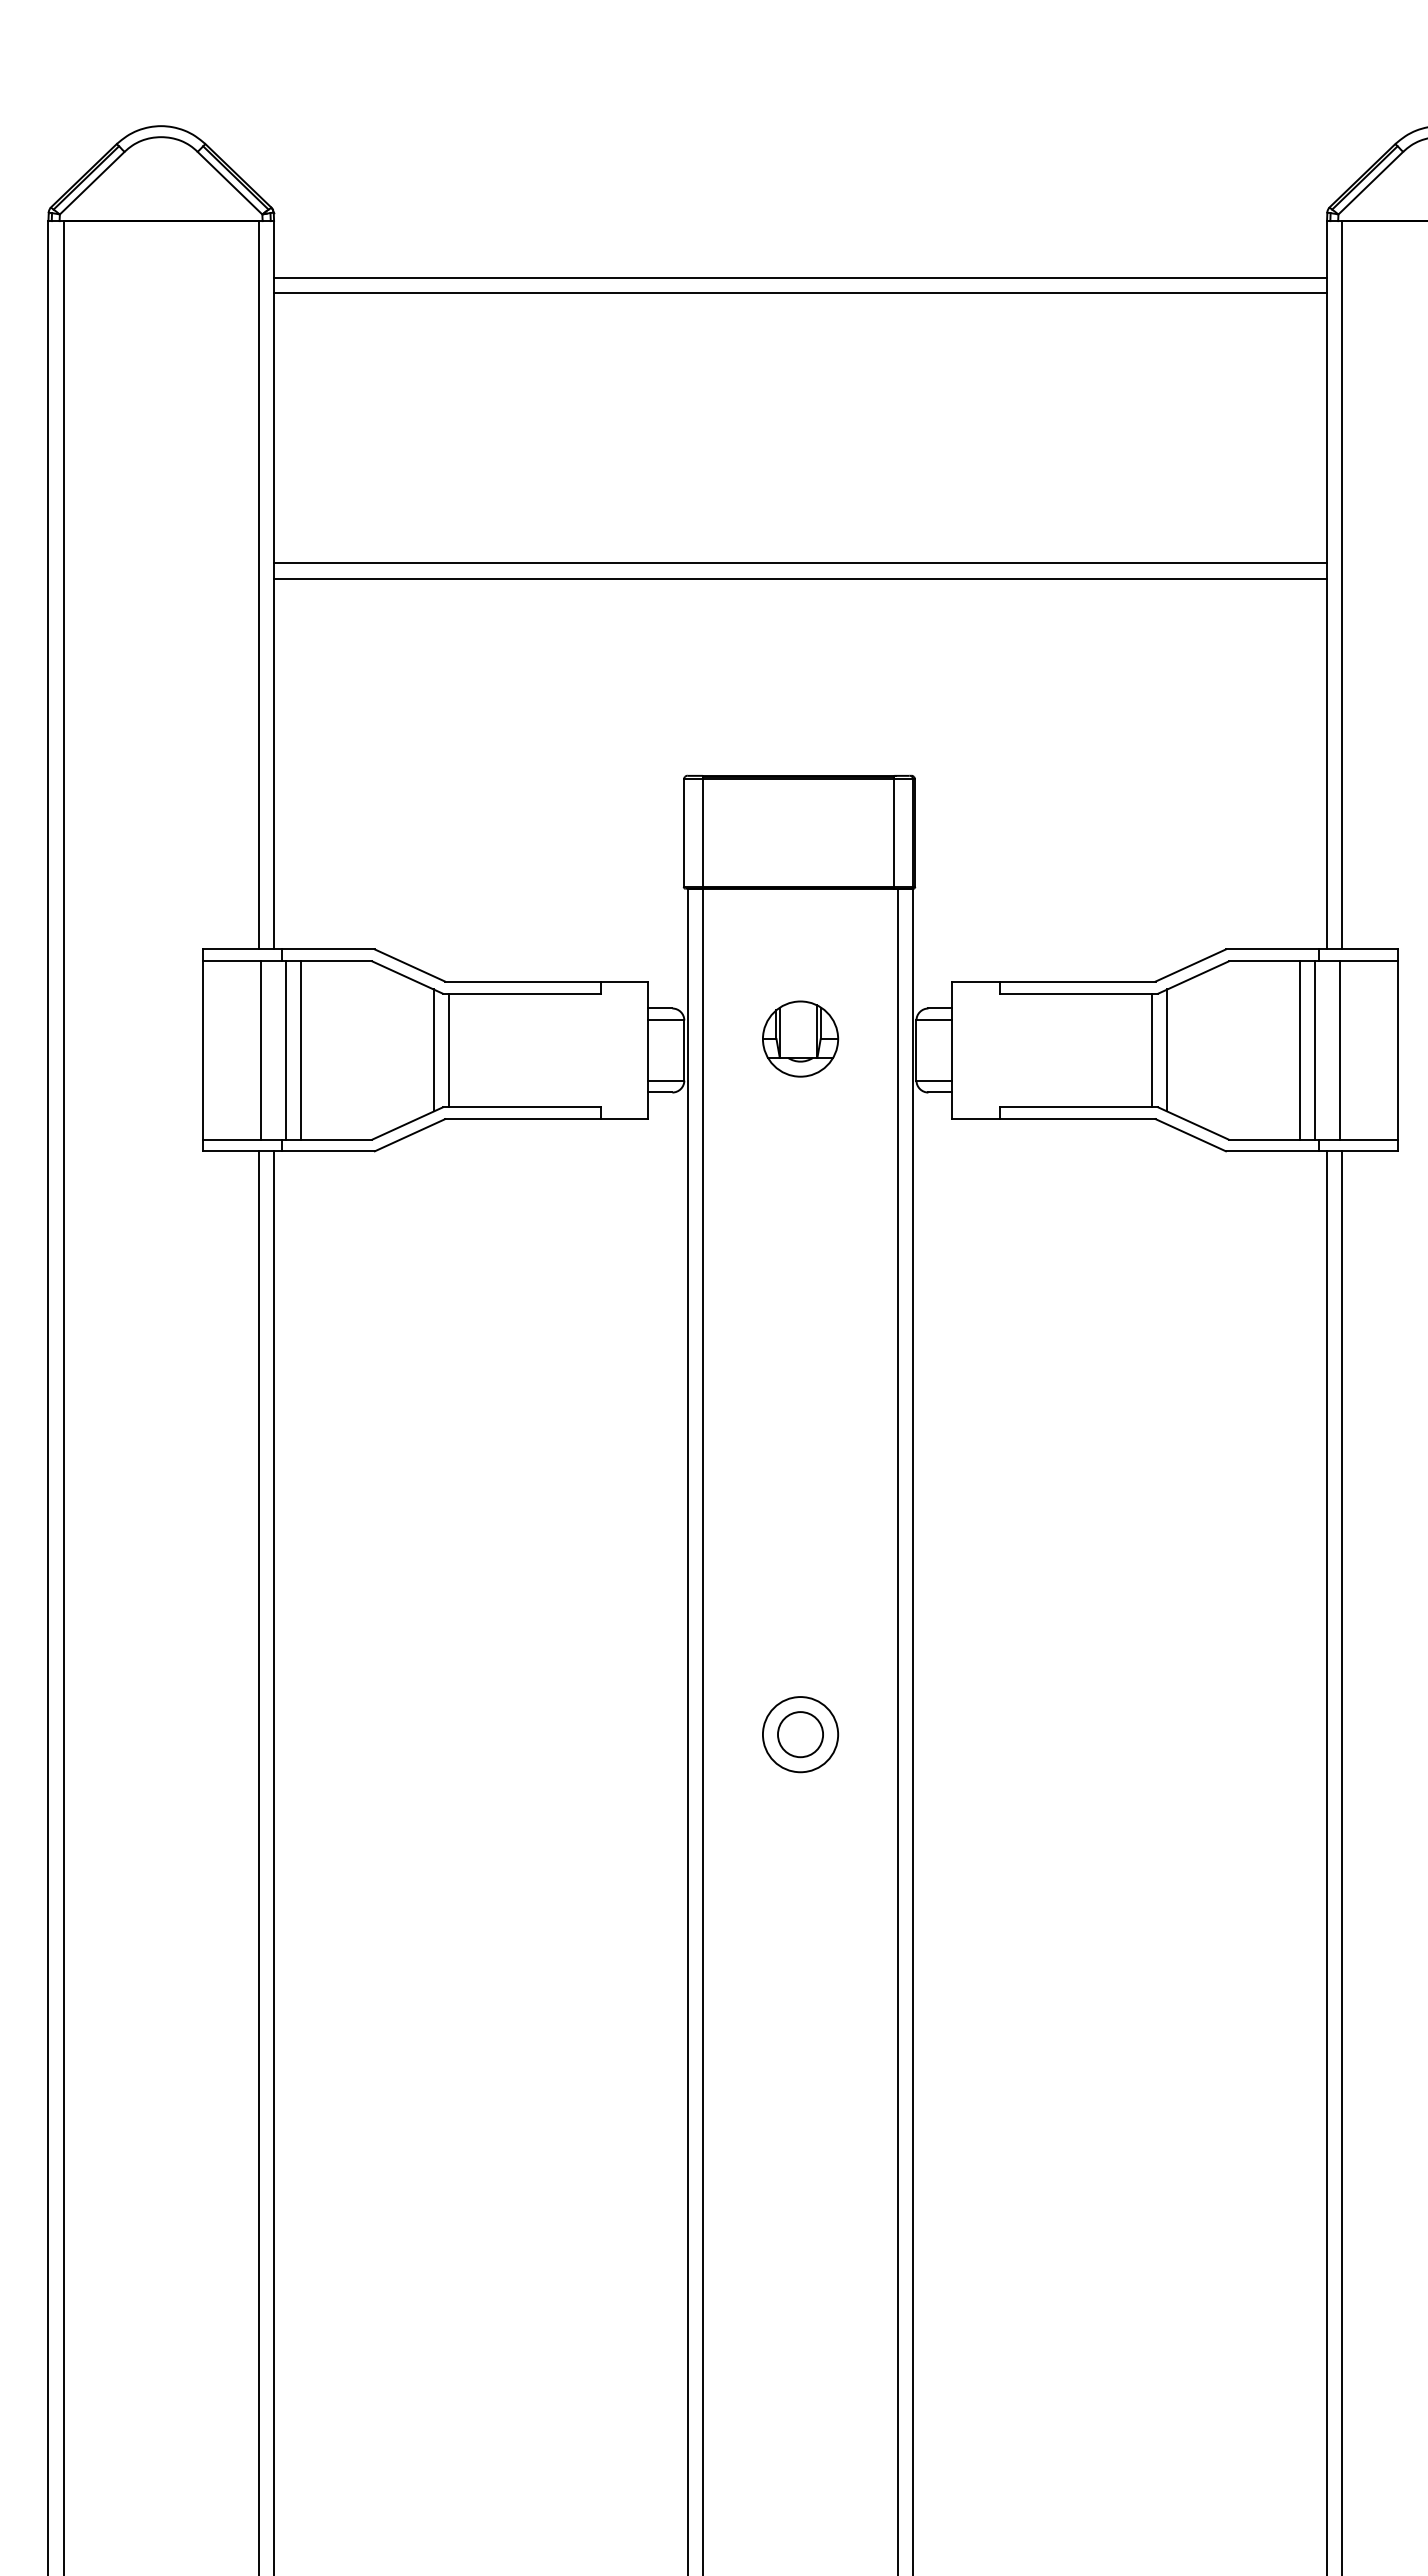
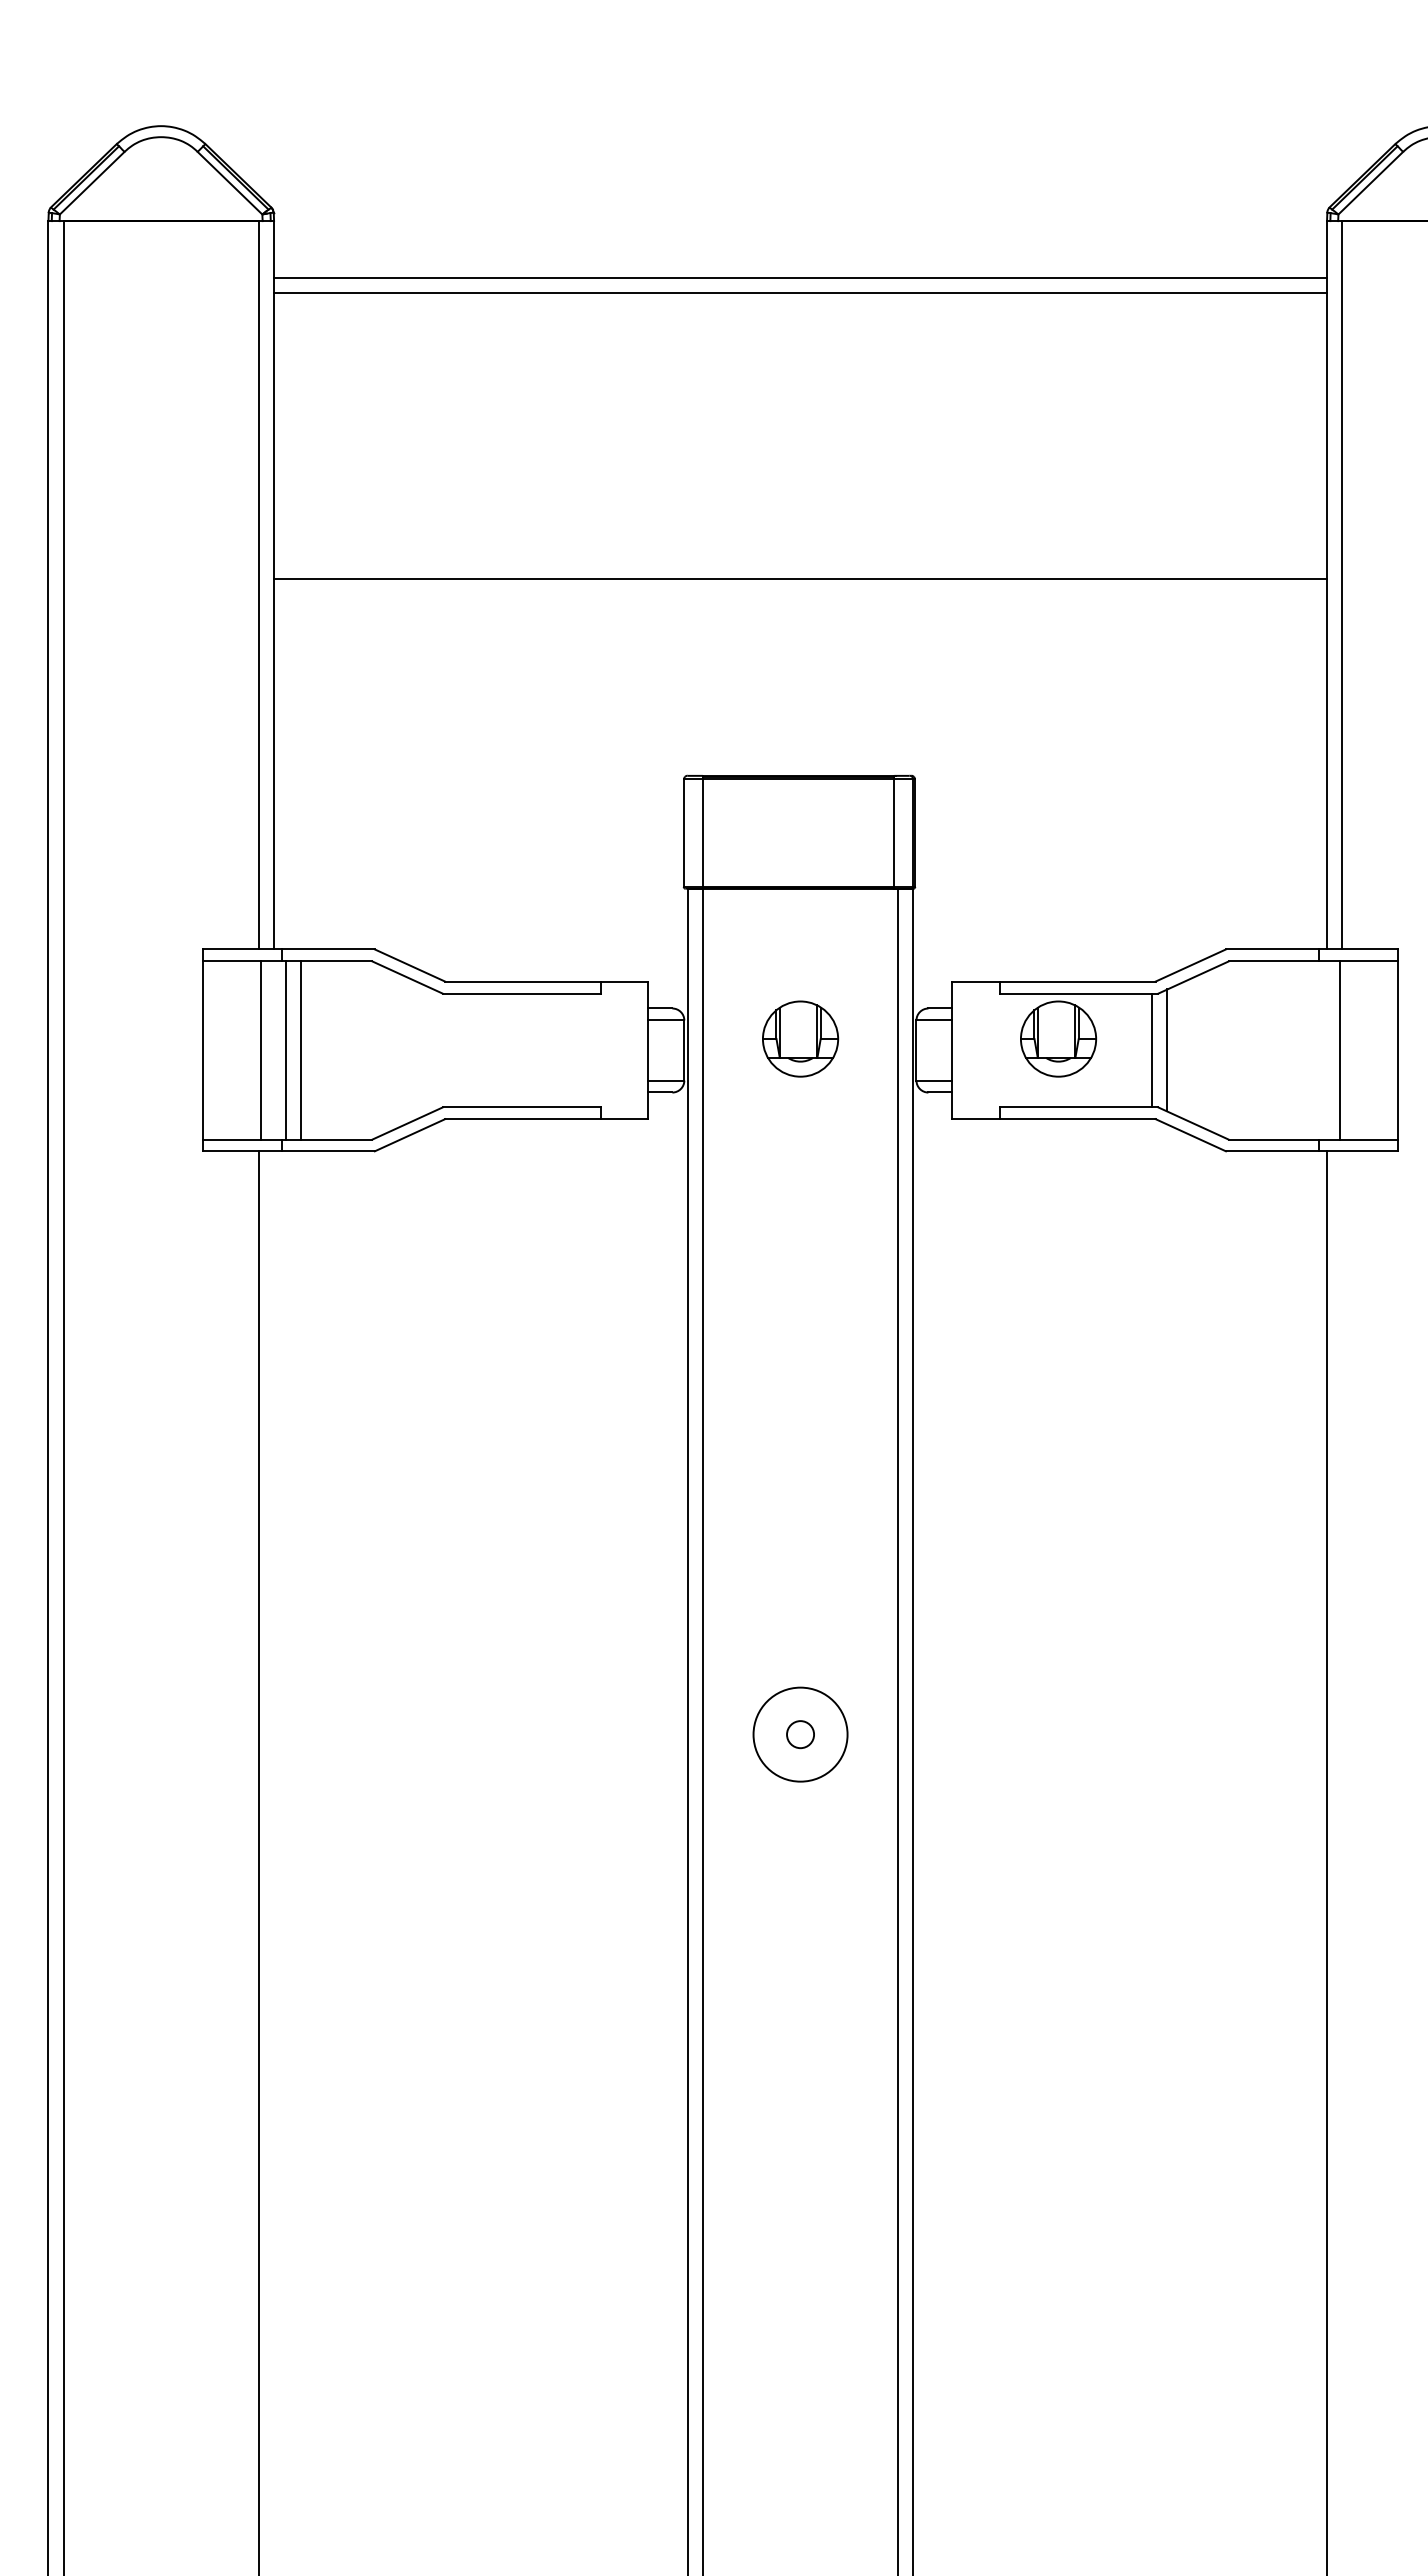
line at (800, 563): present -> none
part at (1058, 1038): none -> present
line at (433, 1050): present -> none
line at (448, 1050): present -> none
line at (1299, 1050): present -> none
line at (1314, 1050): present -> none
circle at (800, 1734) diameter: 45 px -> 27 px
circle at (800, 1734) diameter: 75 px -> 94 px
line at (274, 1861): present -> none
line at (1342, 1861): present -> none
